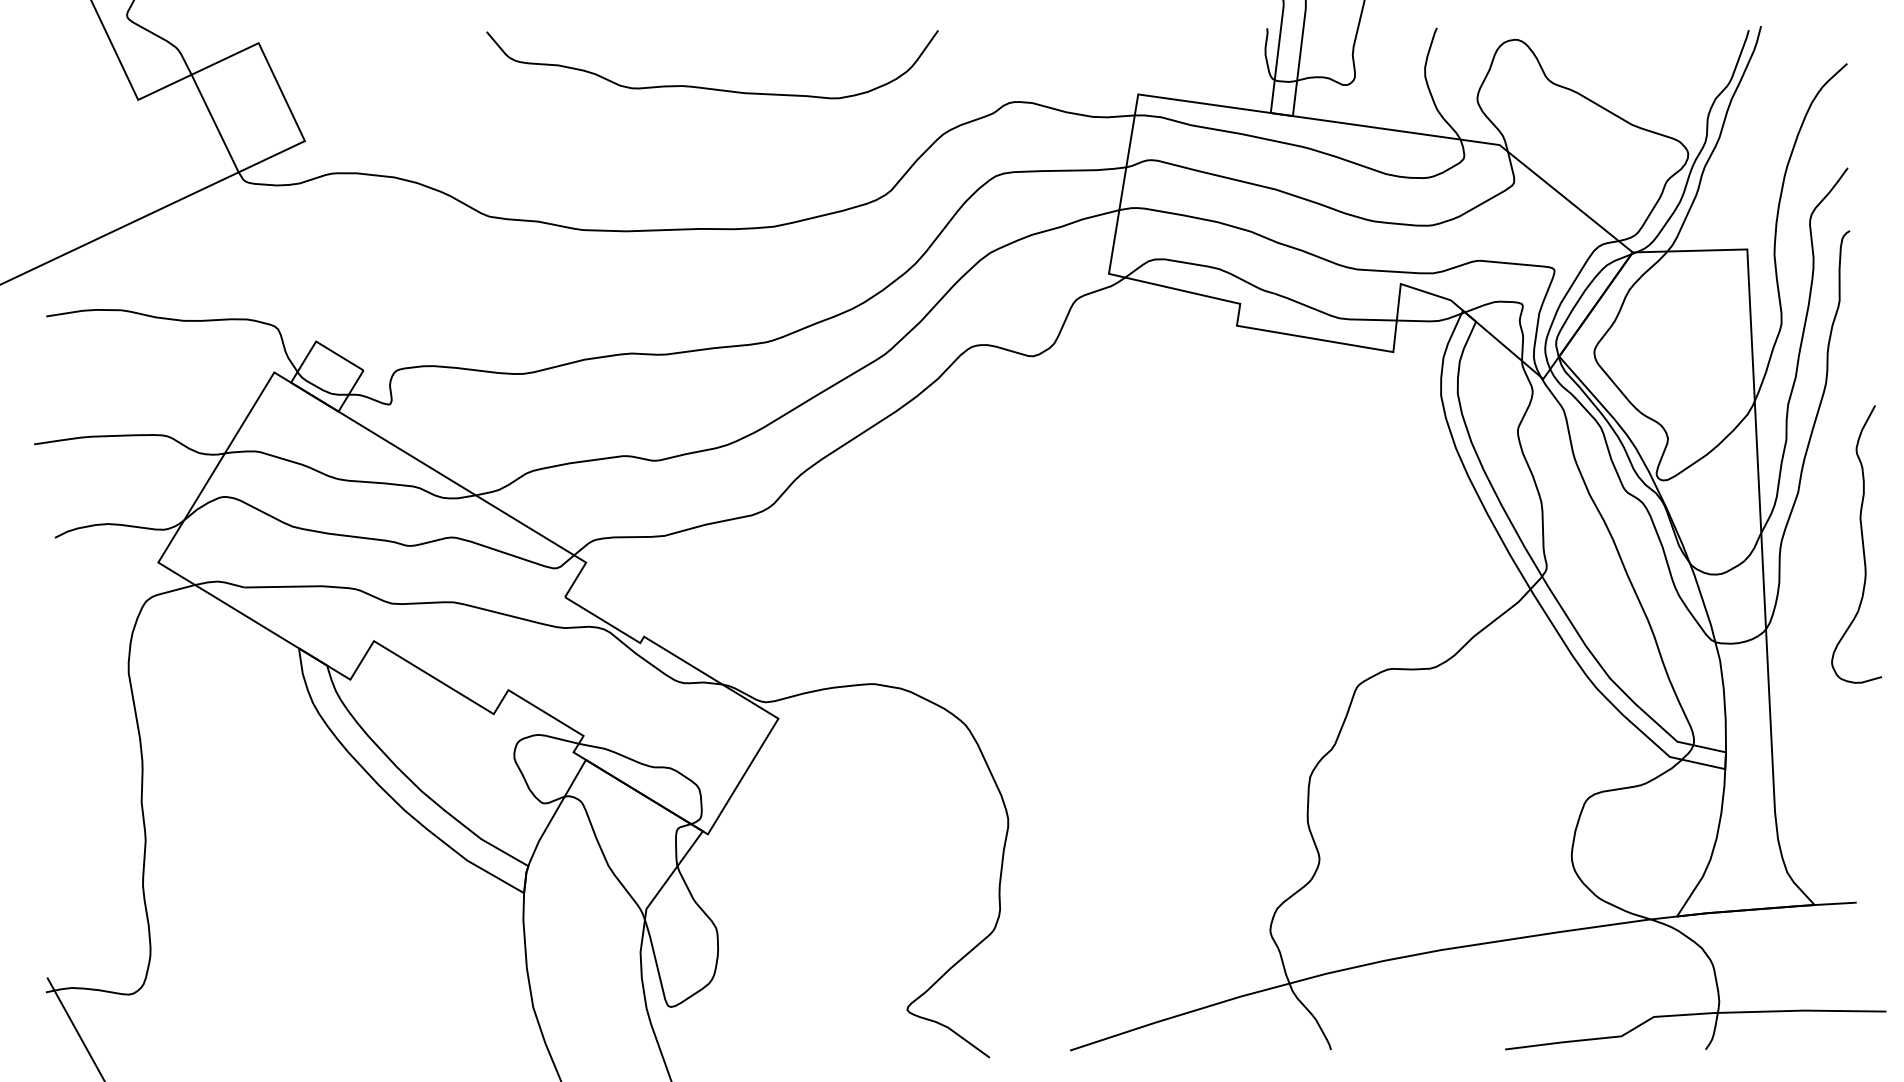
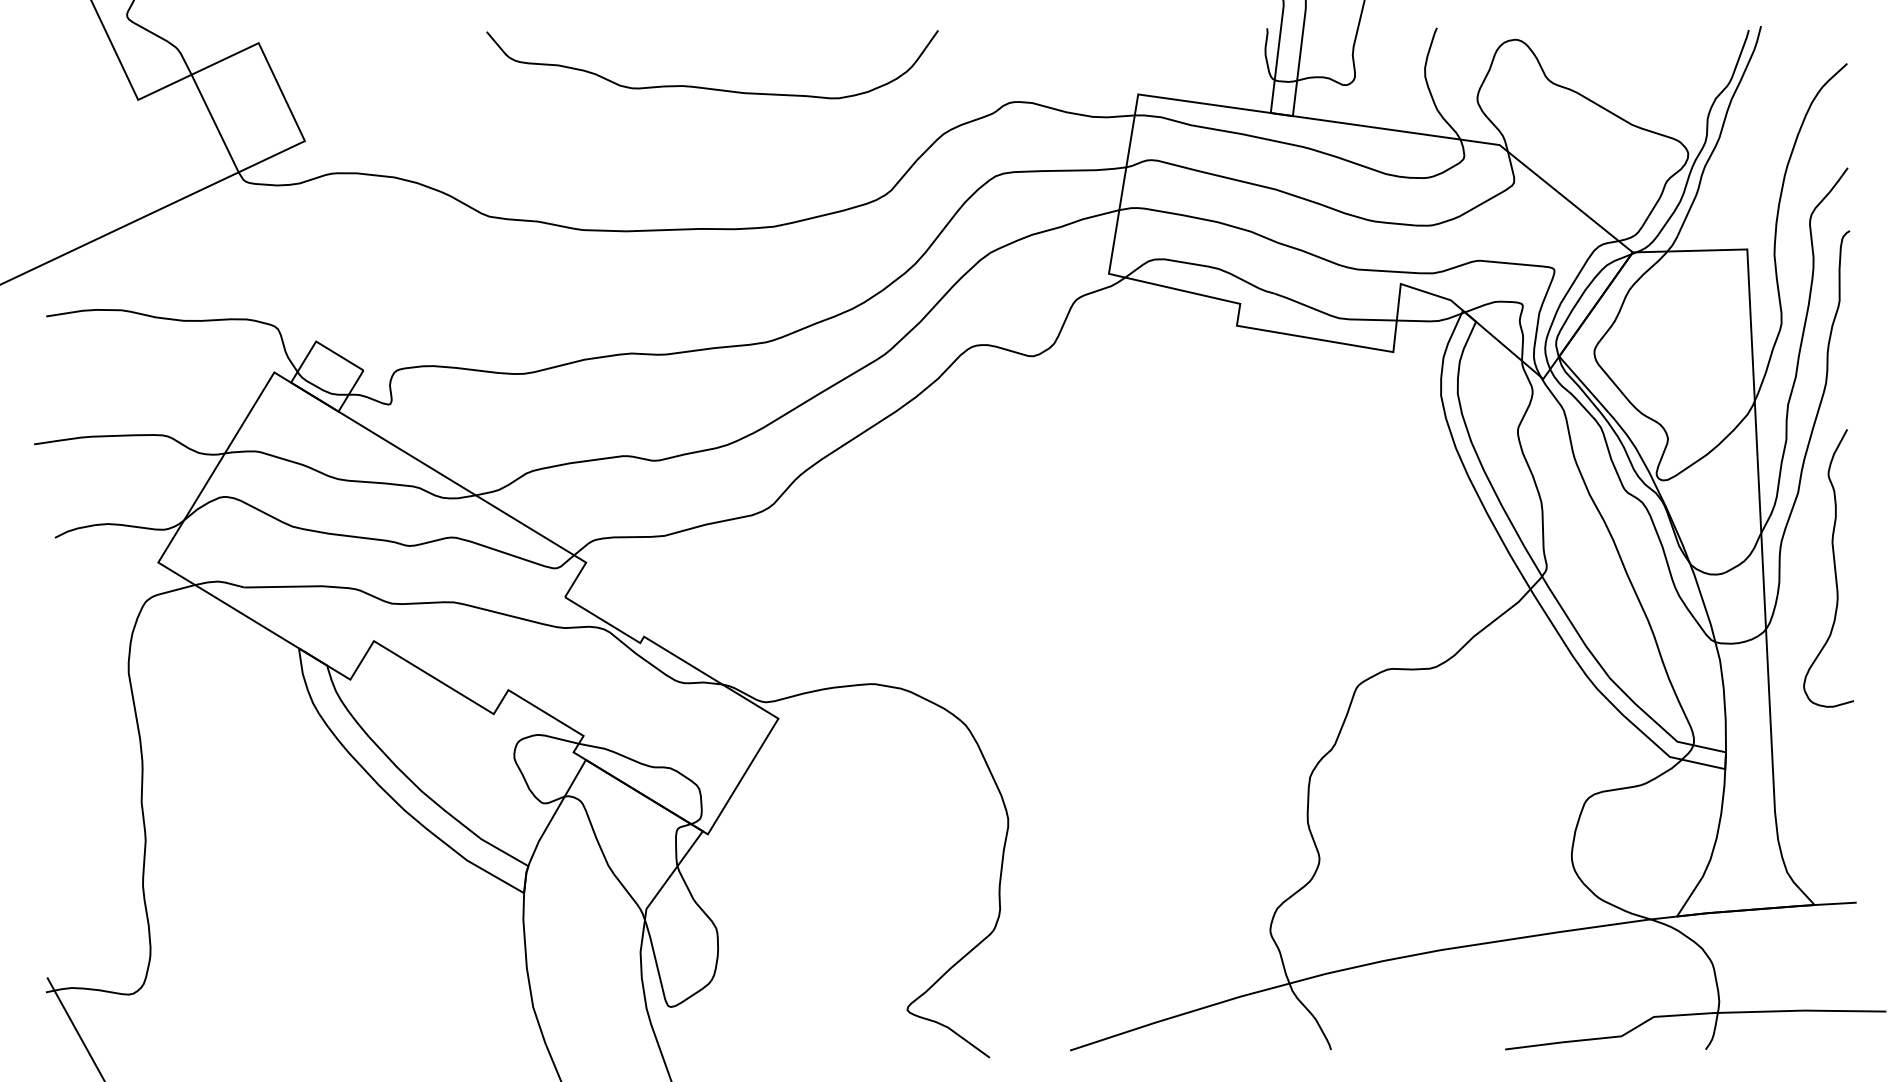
curve at (1861, 541) position: (1861, 541) -> (1833, 565)
